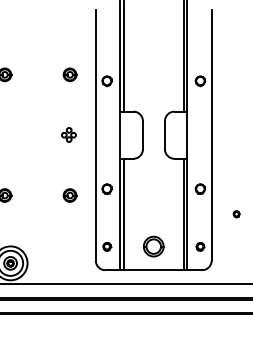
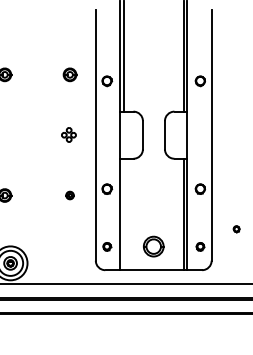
part at (69, 195) size: 16x15 px -> 10x11 px
line at (124, 214): present -> none
part at (236, 214) position: (236, 214) -> (236, 229)
